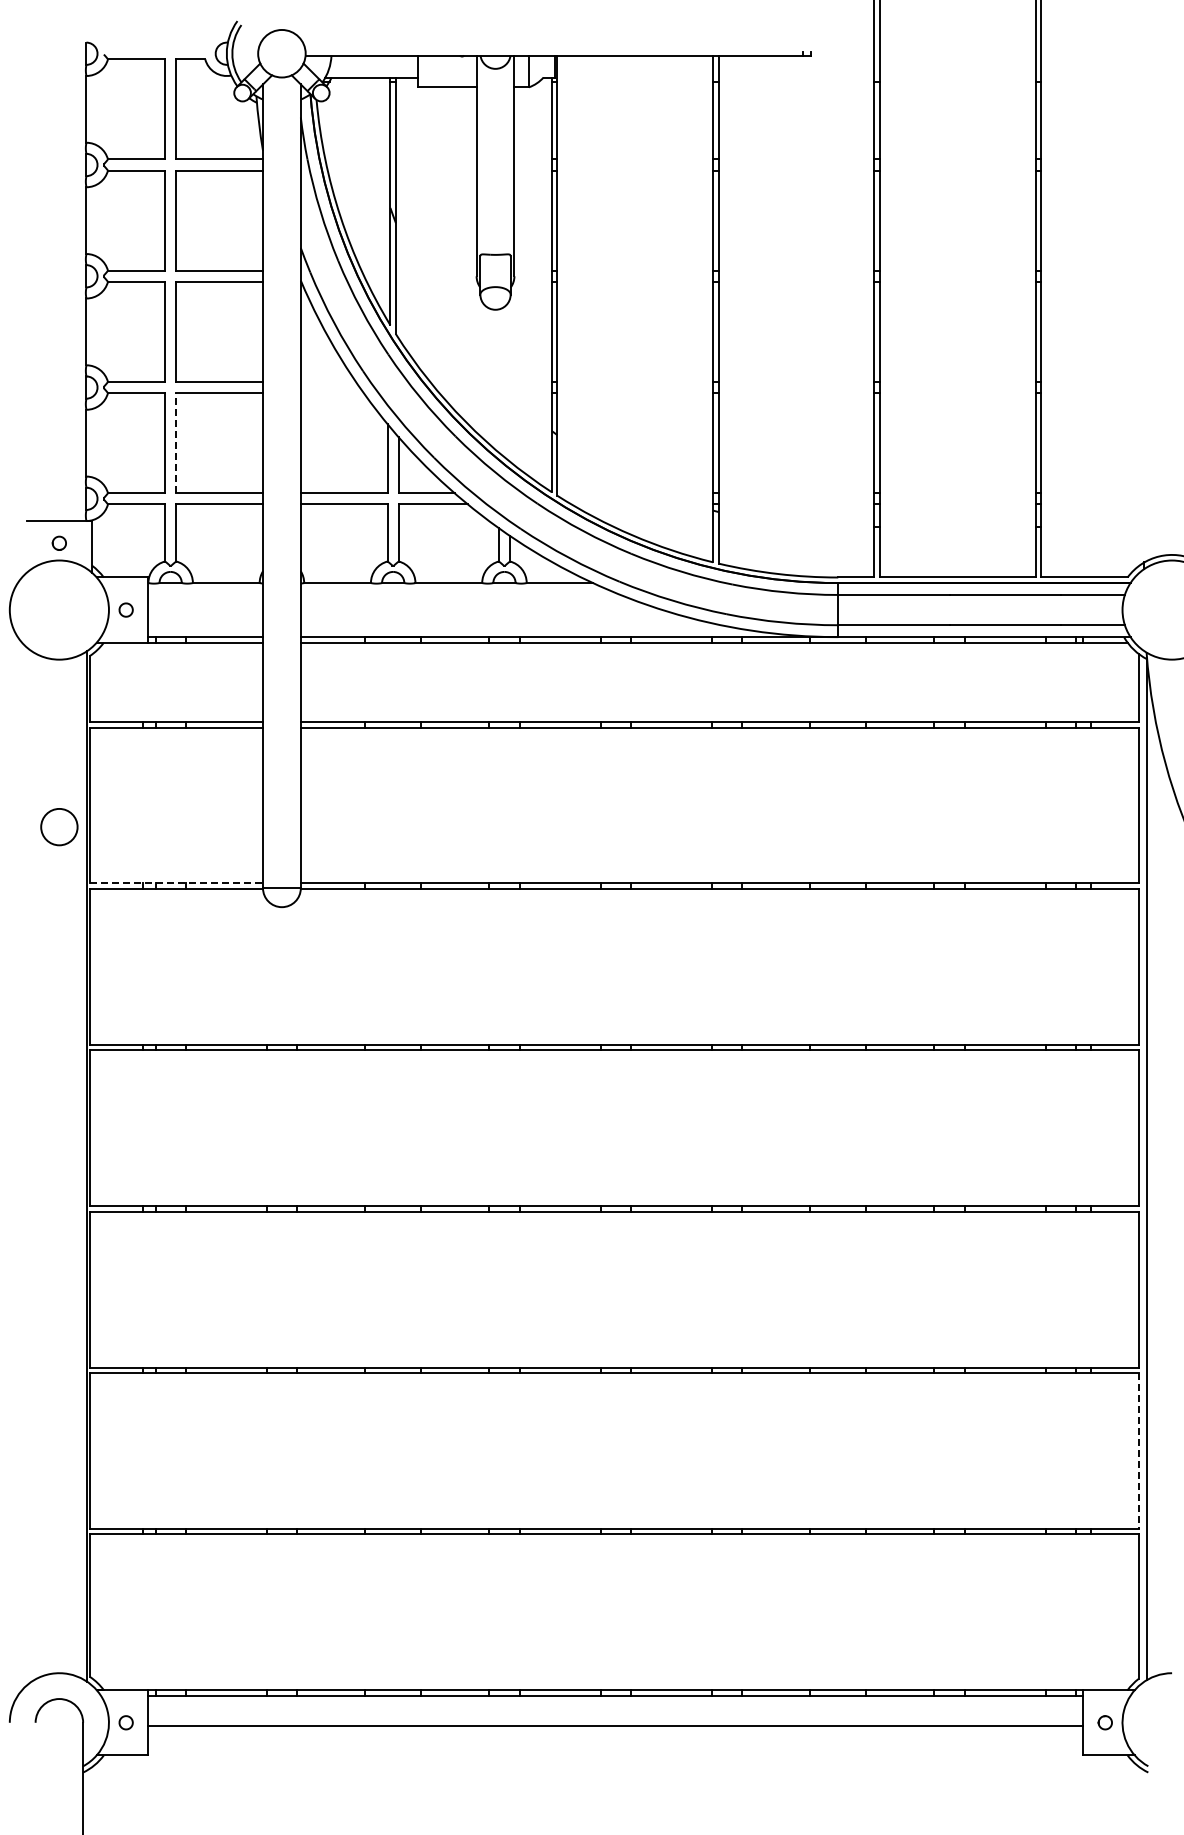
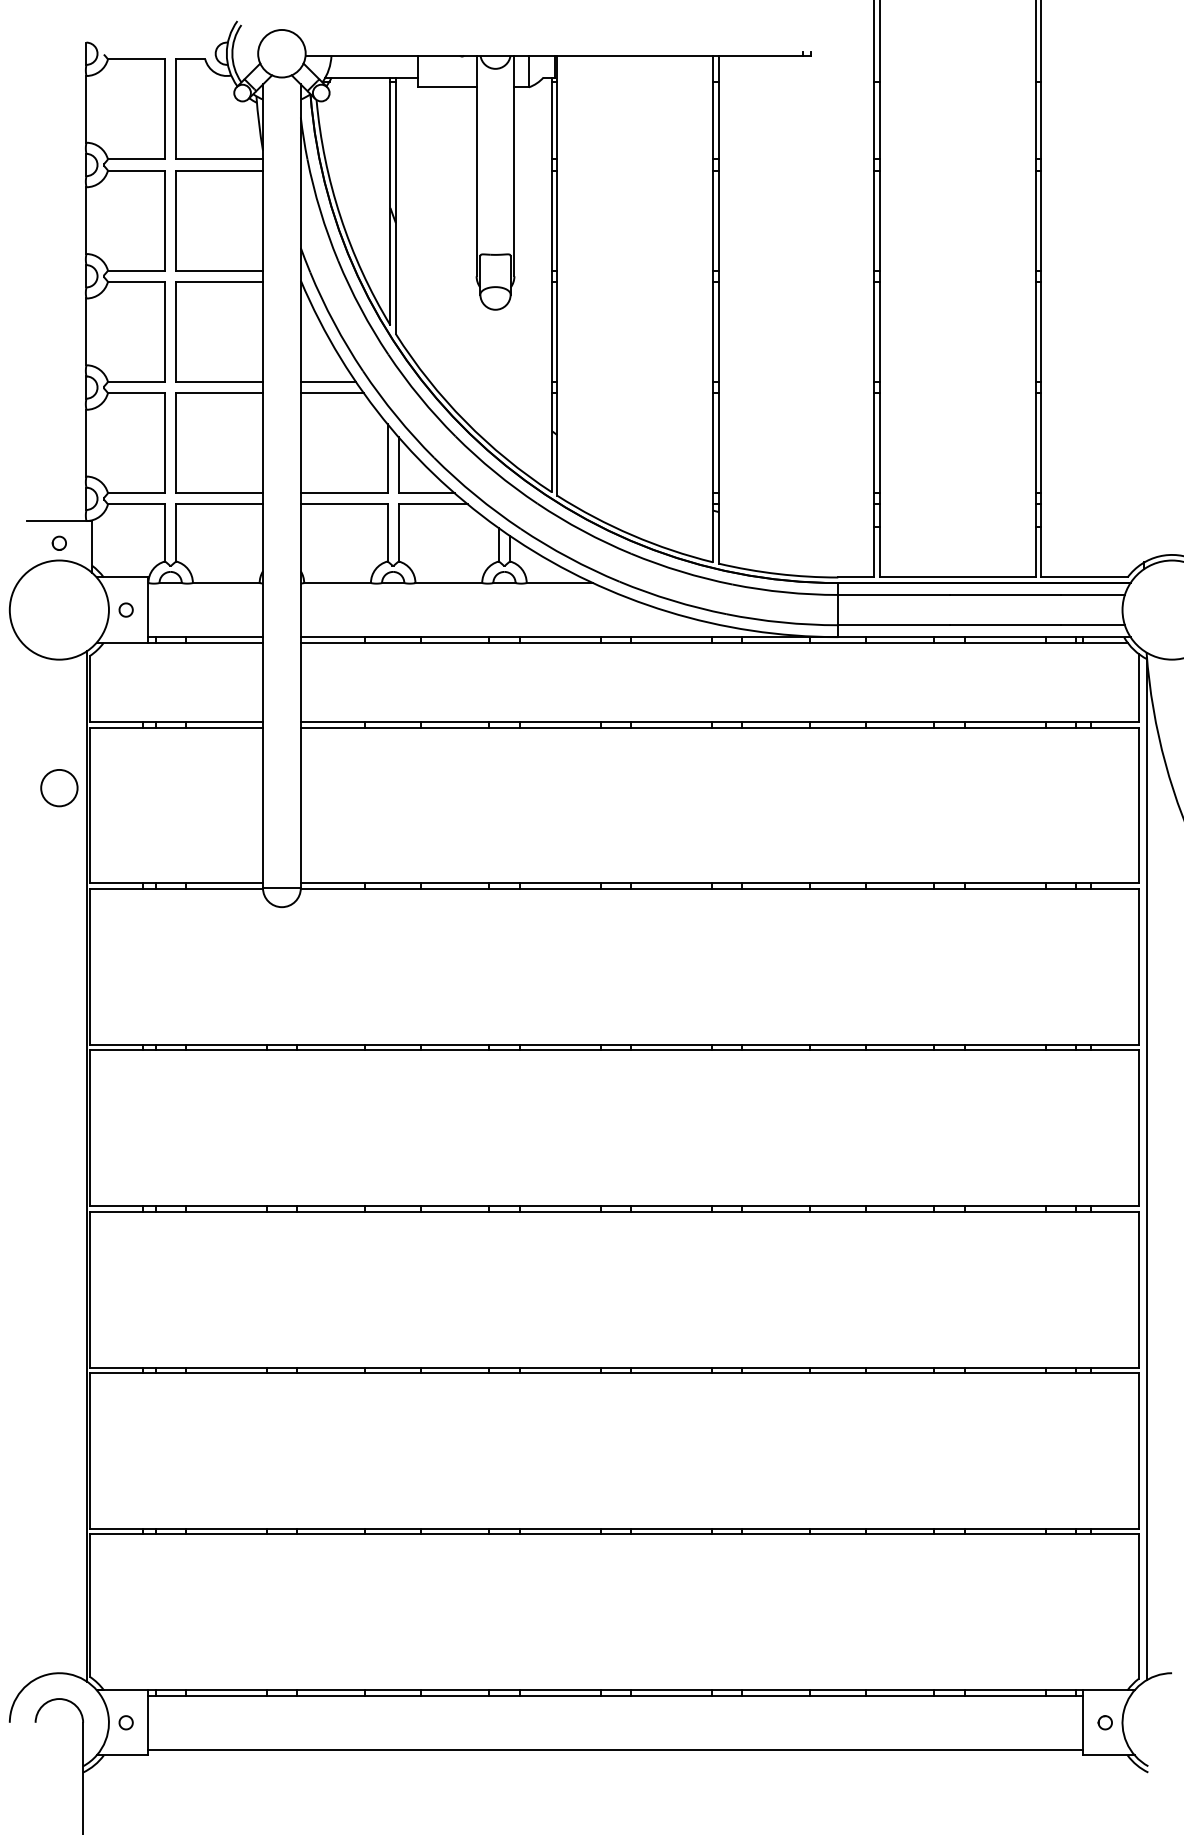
line at (328, 381): none -> present
line at (331, 393): none -> present
line at (176, 442): dashed -> solid
circle at (59, 827) position: (59, 827) -> (59, 788)
line at (176, 883): dashed -> solid
line at (1138, 1450): dashed -> solid
line at (615, 1725) position: (615, 1725) -> (615, 1749)
